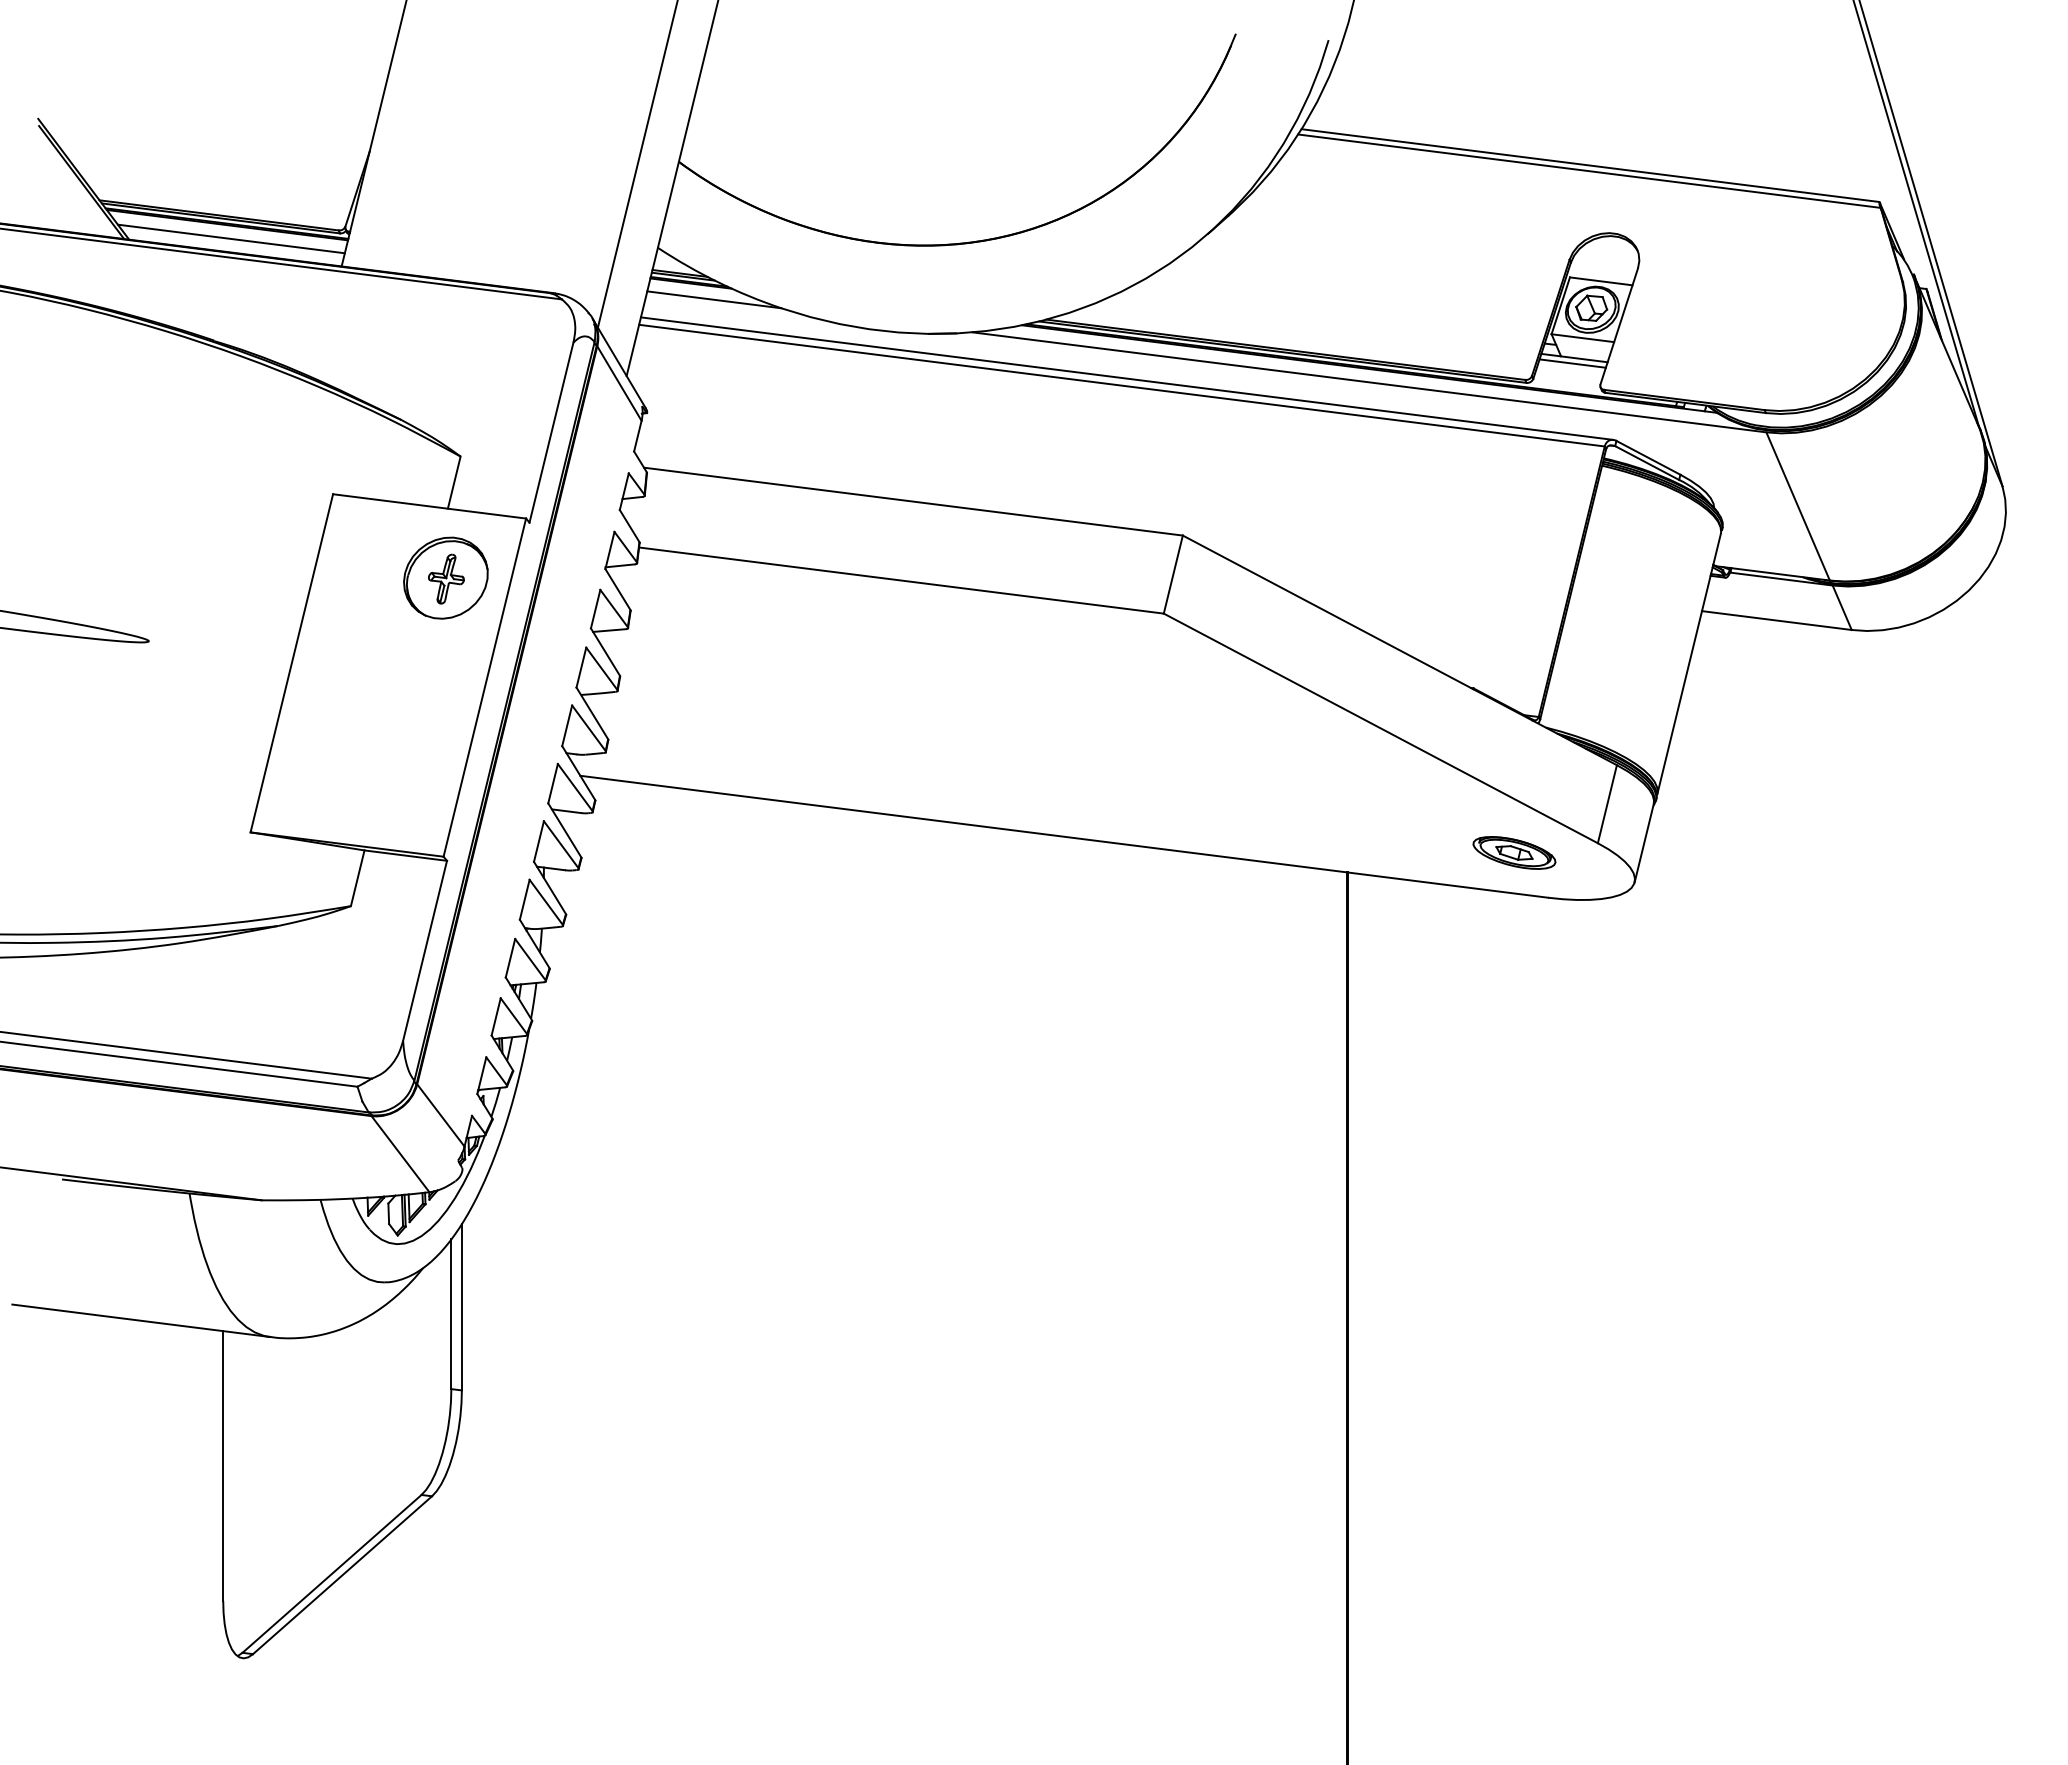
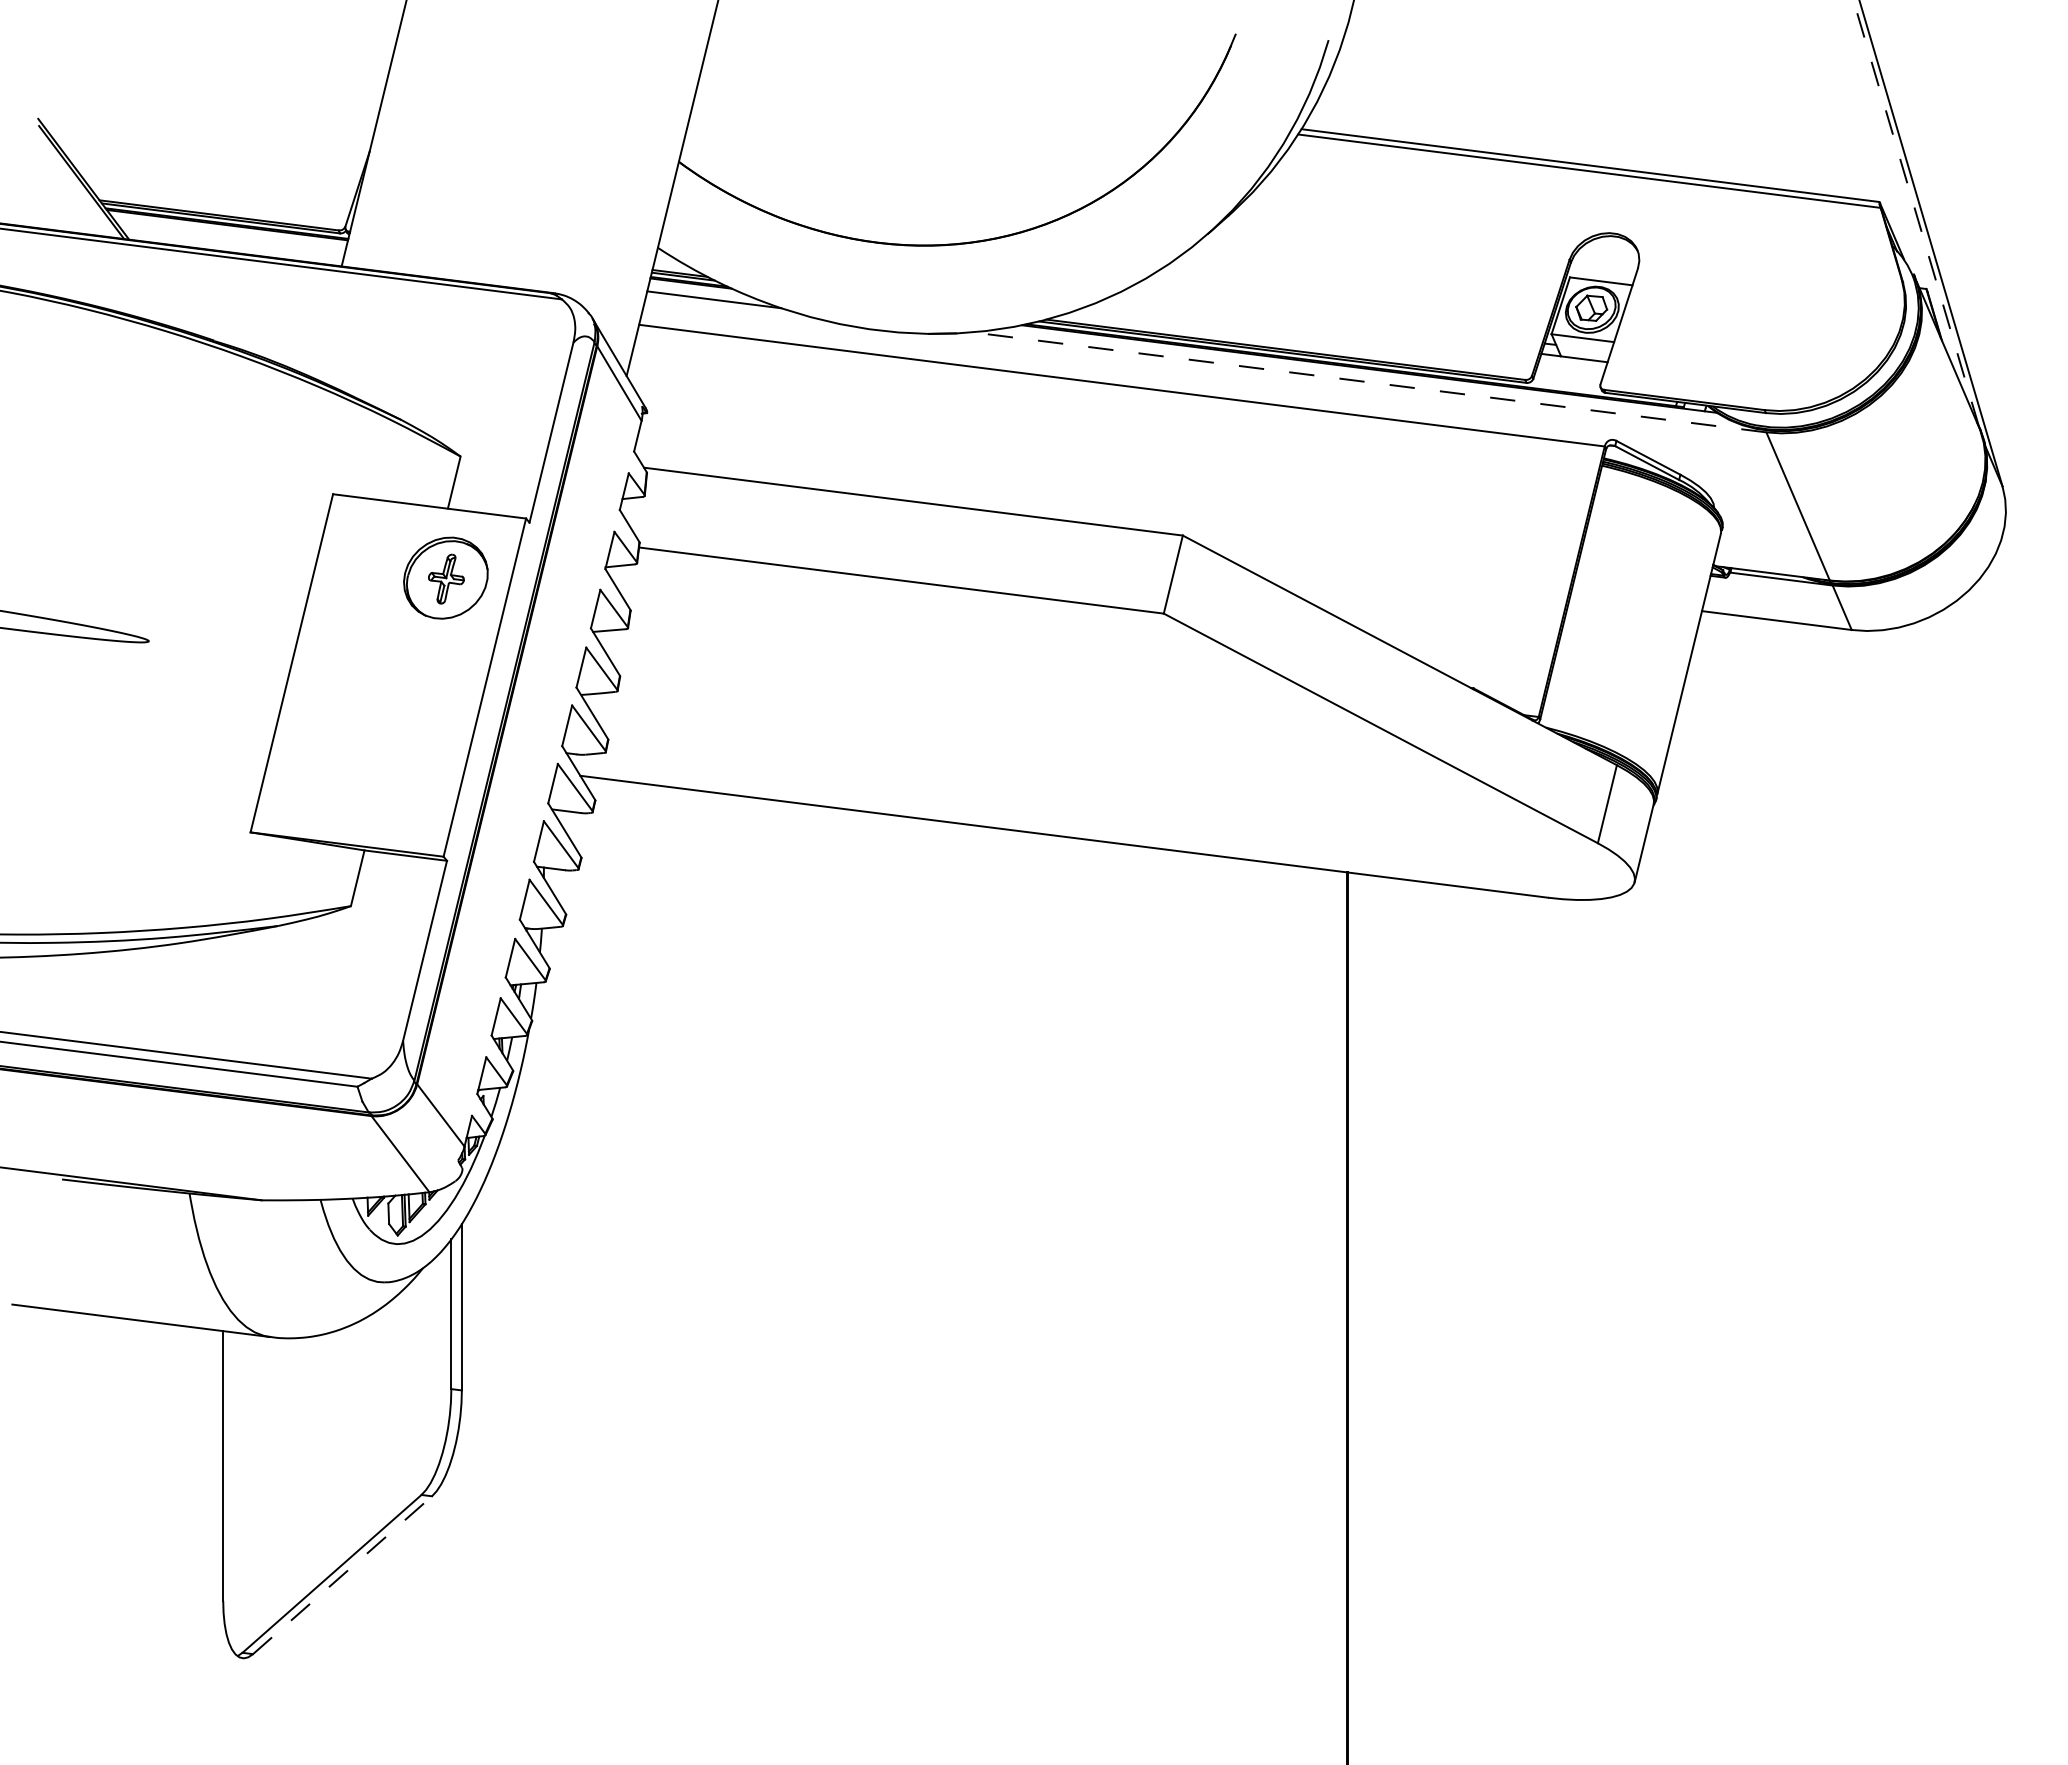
line at (637, 164): present -> none
line at (1916, 213): solid -> dashed
line at (230, 238): present -> none
line at (1572, 363): present -> none
line at (1126, 378): present -> none
line at (1369, 382): solid -> dashed
part at (1514, 852): present -> none
line at (342, 1574): solid -> dashed
